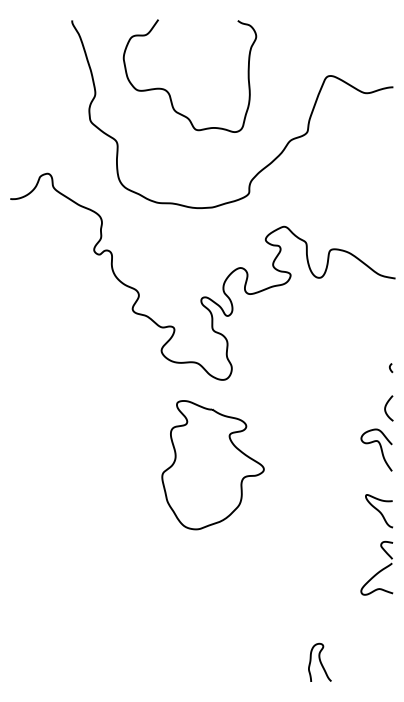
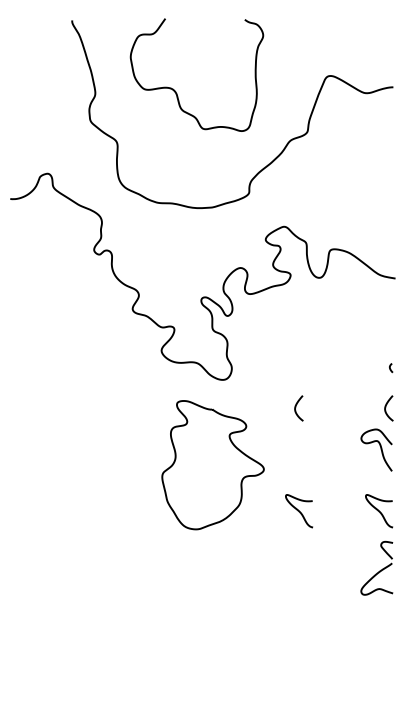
curve at (169, 92) position: (169, 92) -> (176, 91)
curve at (296, 407): none -> present
curve at (299, 511): none -> present
curve at (319, 661): present -> none
